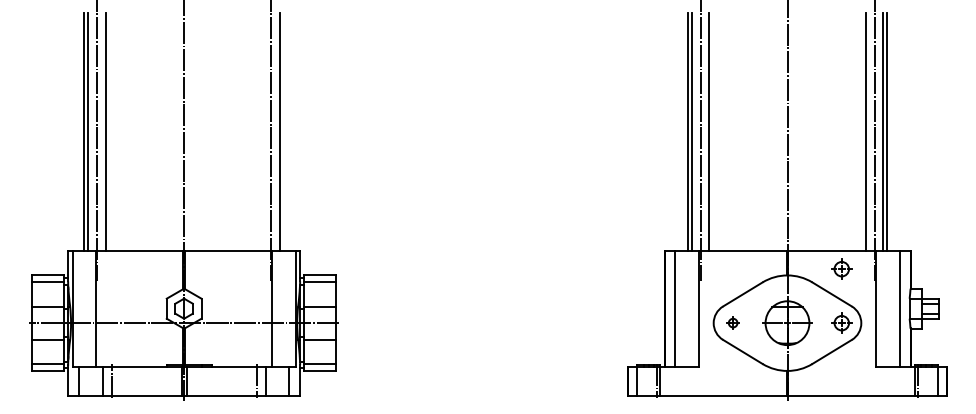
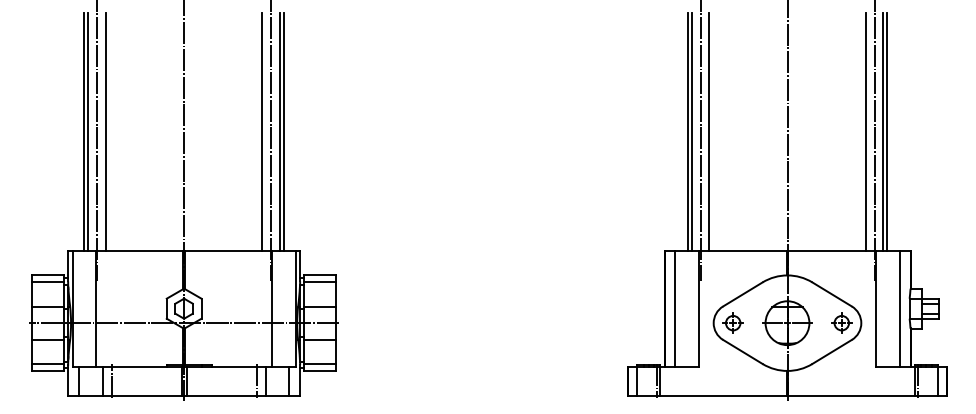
line at (262, 131): none -> present
line at (284, 131): none -> present
part at (841, 268): present -> none
part at (732, 322) size: 14x14 px -> 22x22 px
